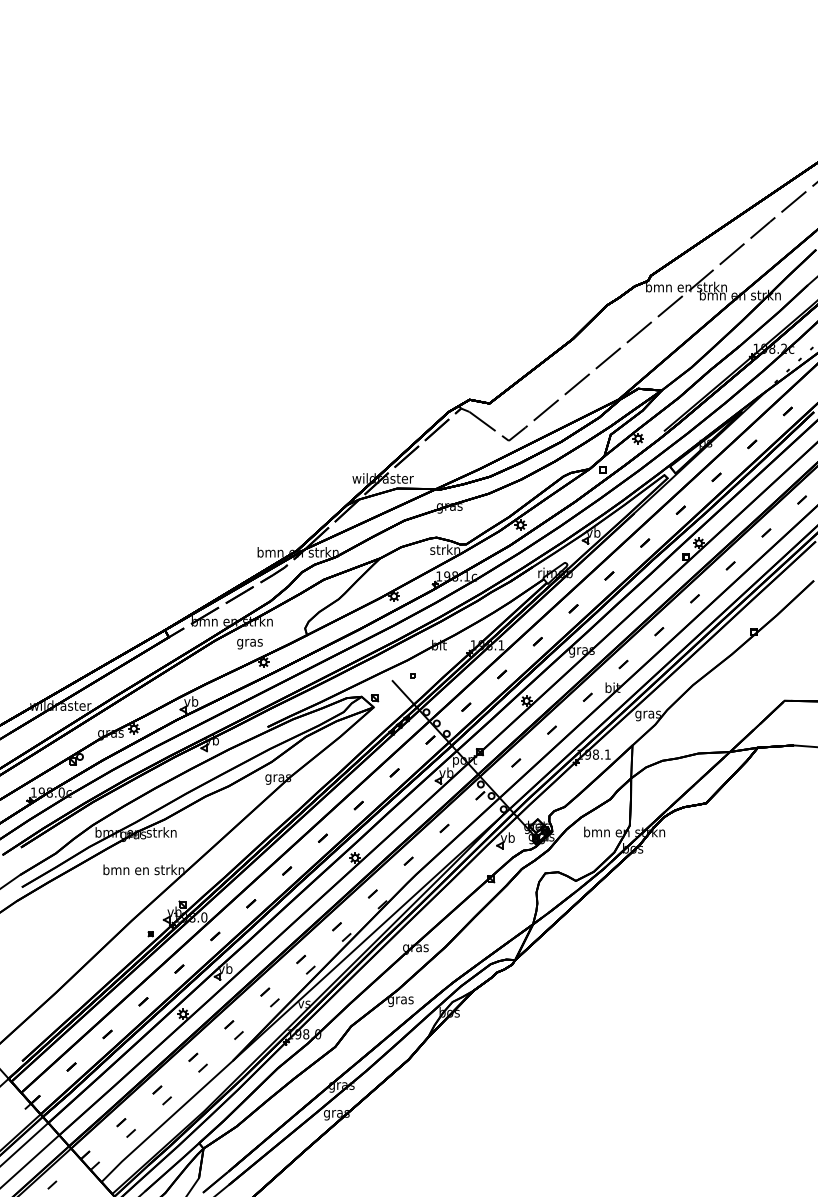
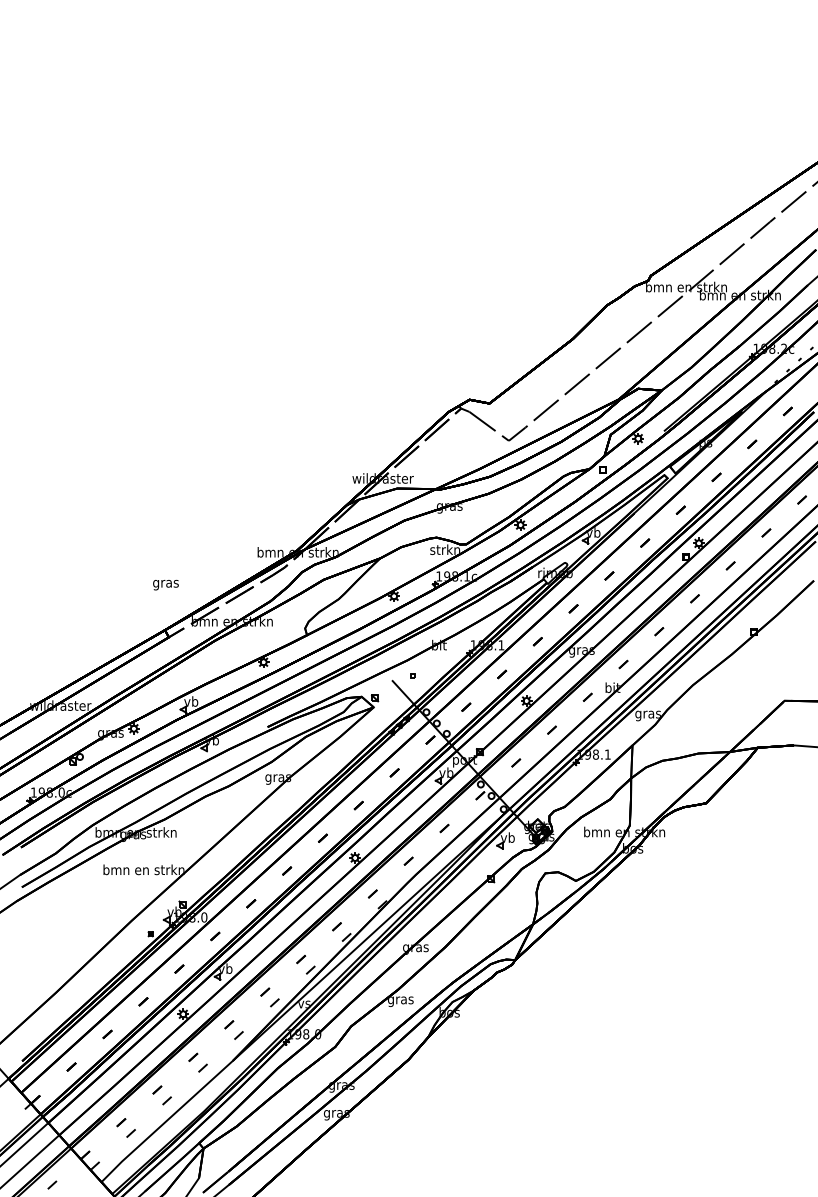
text at (249, 643) position: (249, 643) -> (165, 584)
